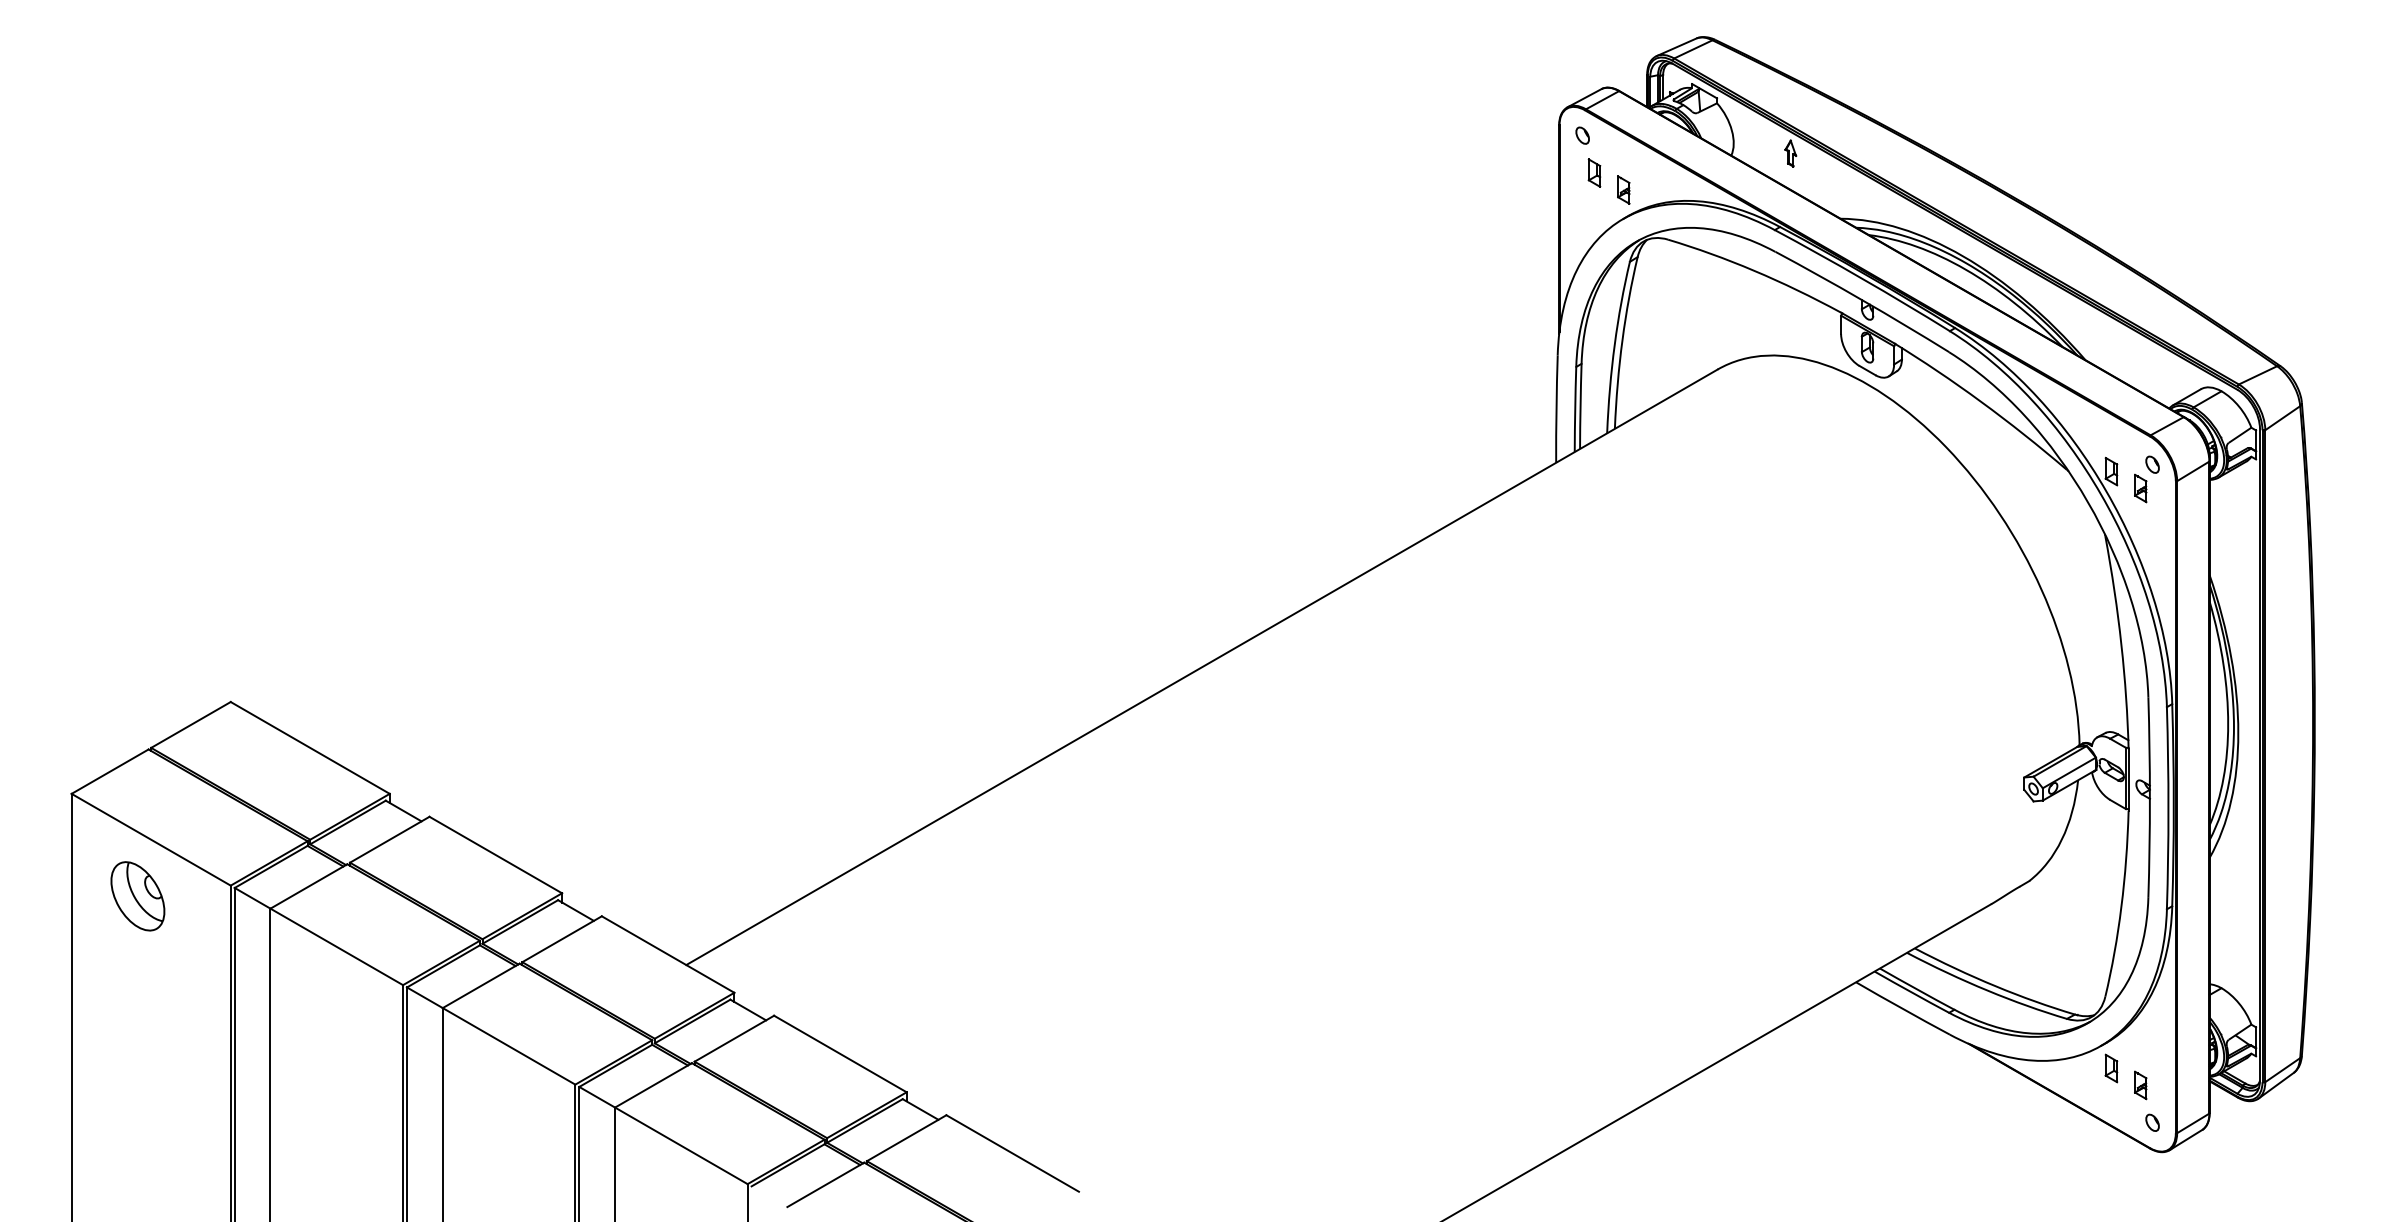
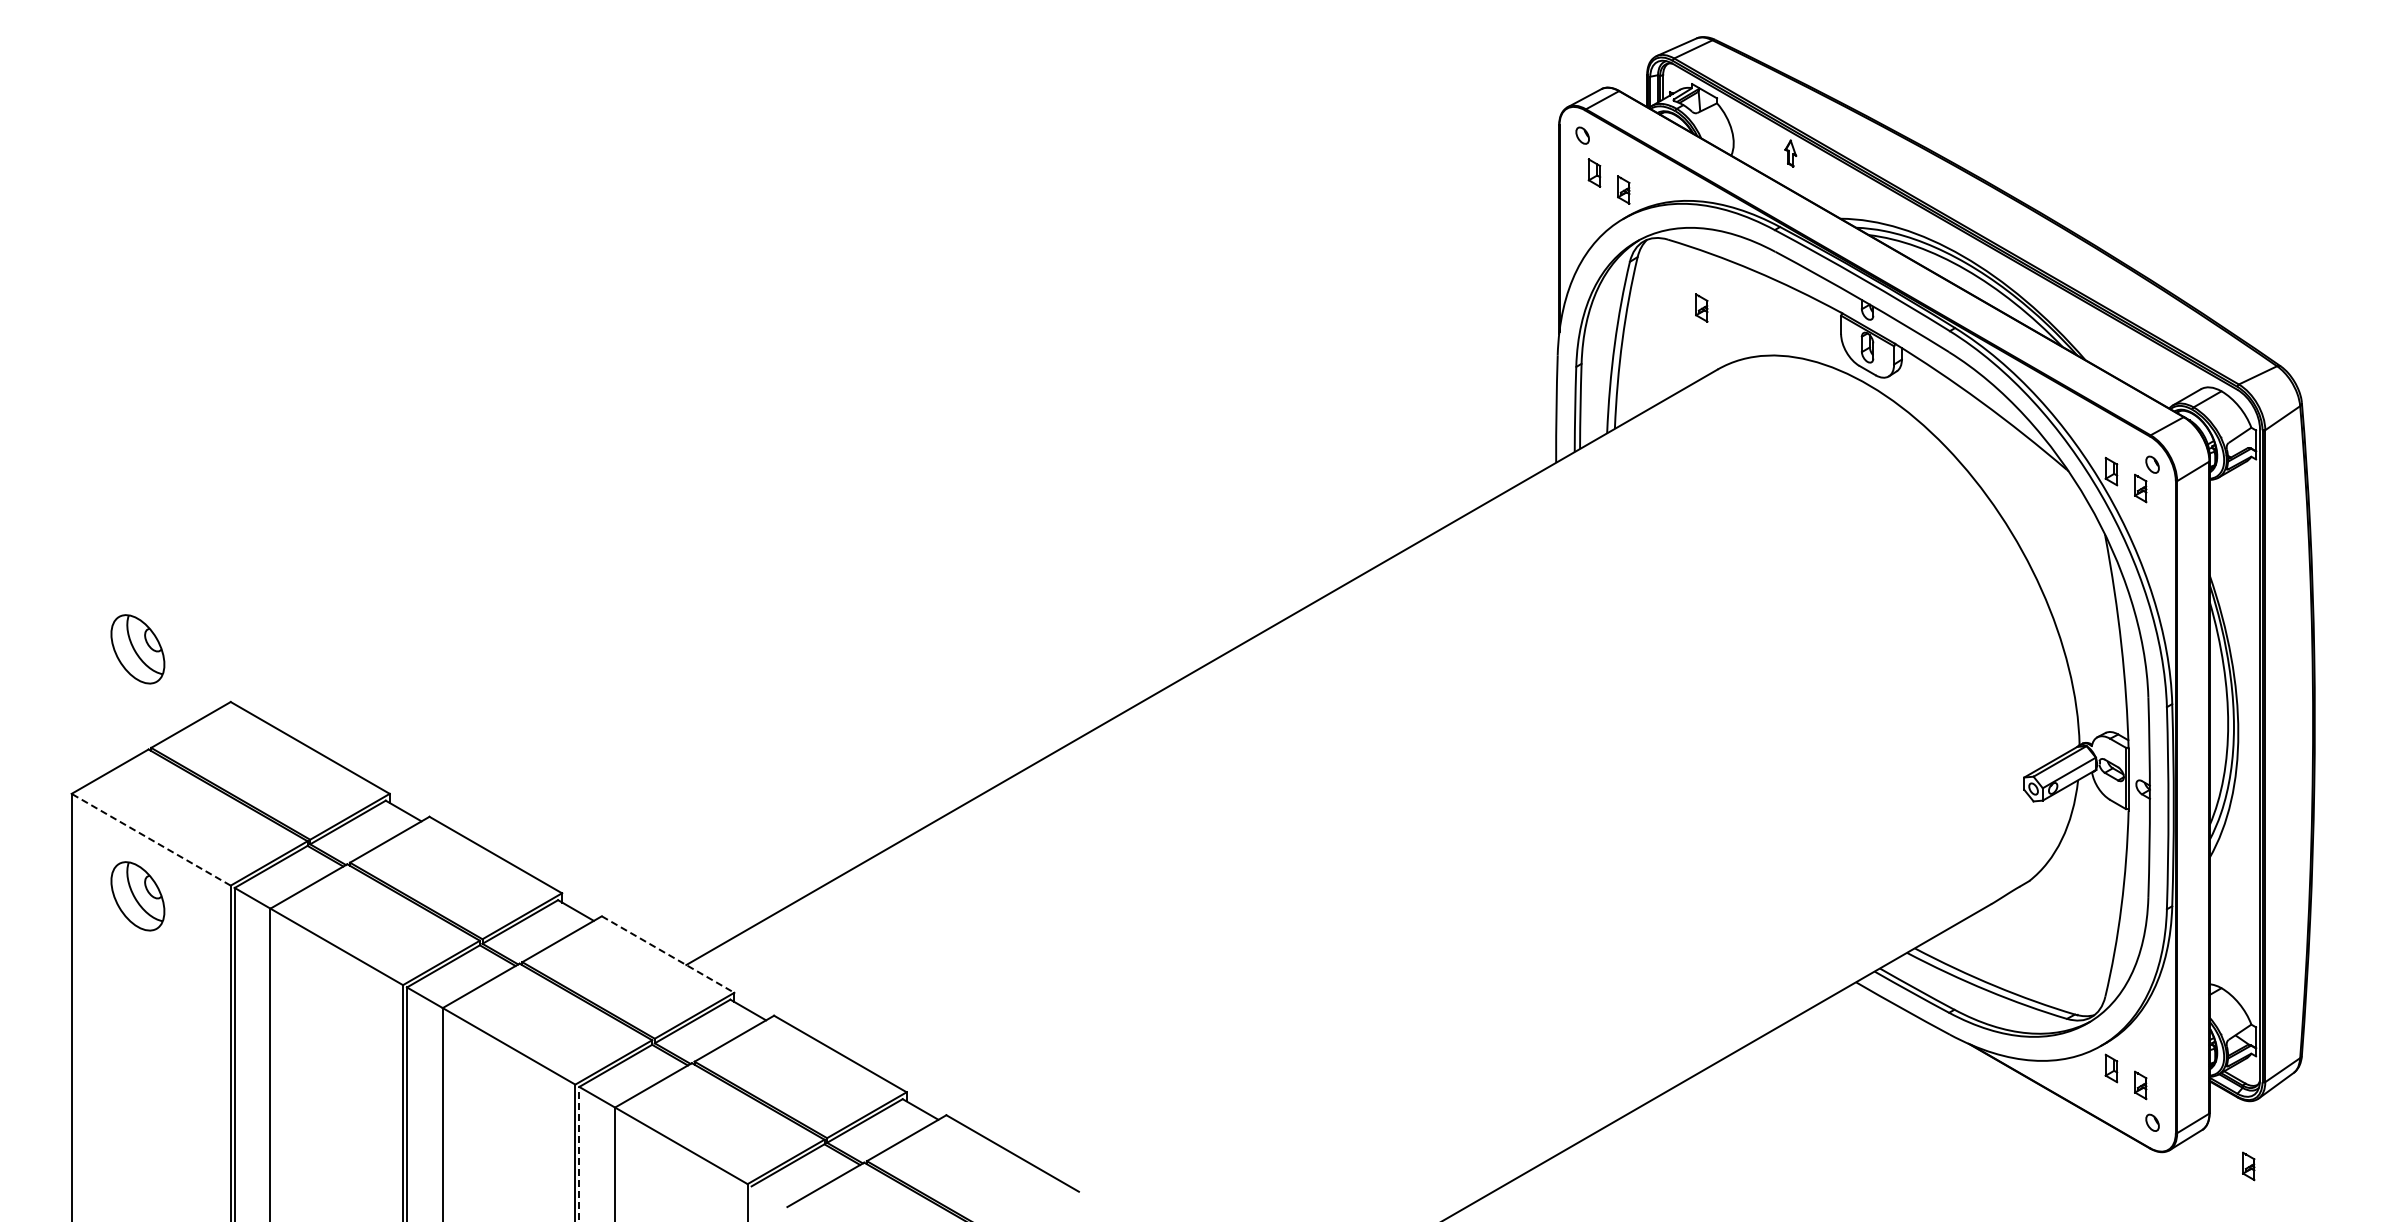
part at (1701, 307): none -> present
part at (137, 649): none -> present
line at (151, 839): solid -> dashed
line at (668, 954): solid -> dashed
line at (579, 1153): solid -> dashed
part at (2248, 1166): none -> present
